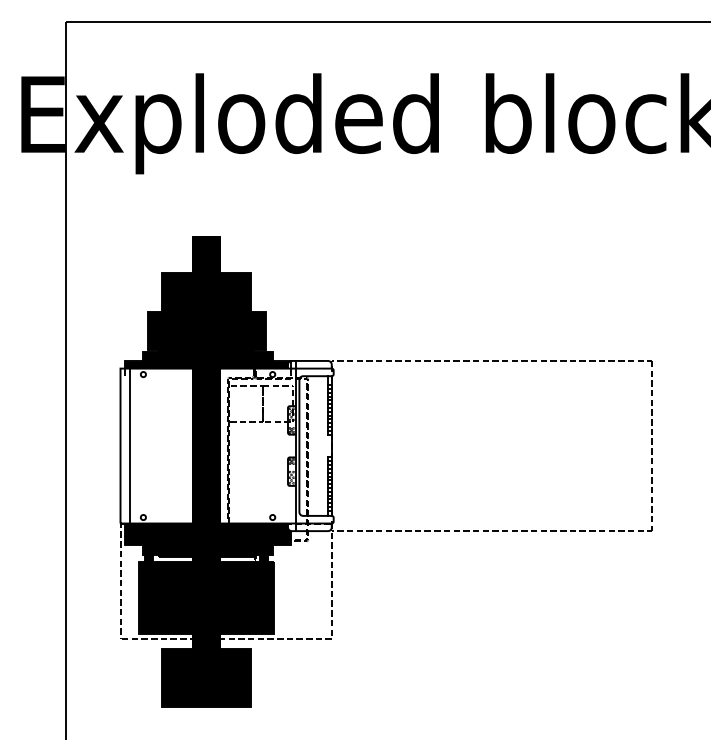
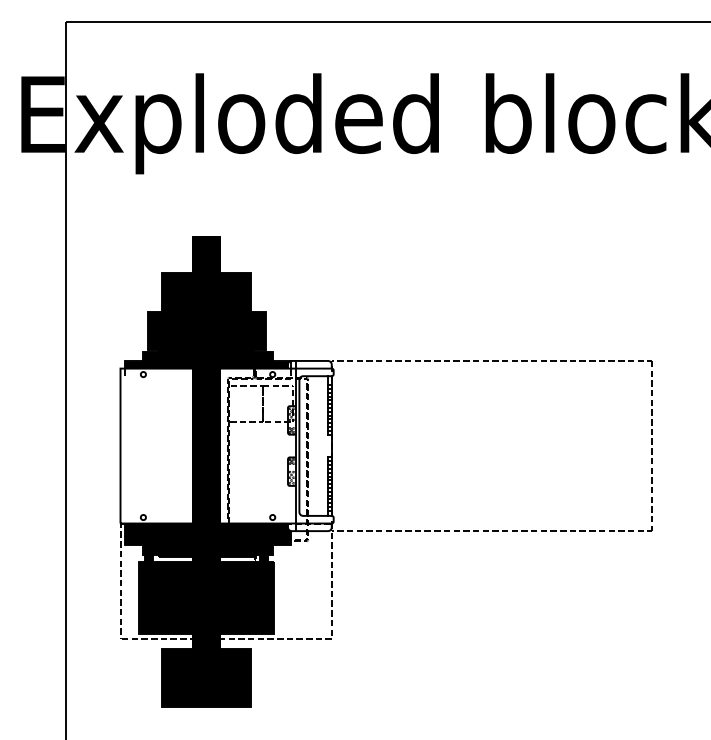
line at (130, 445): present -> none
